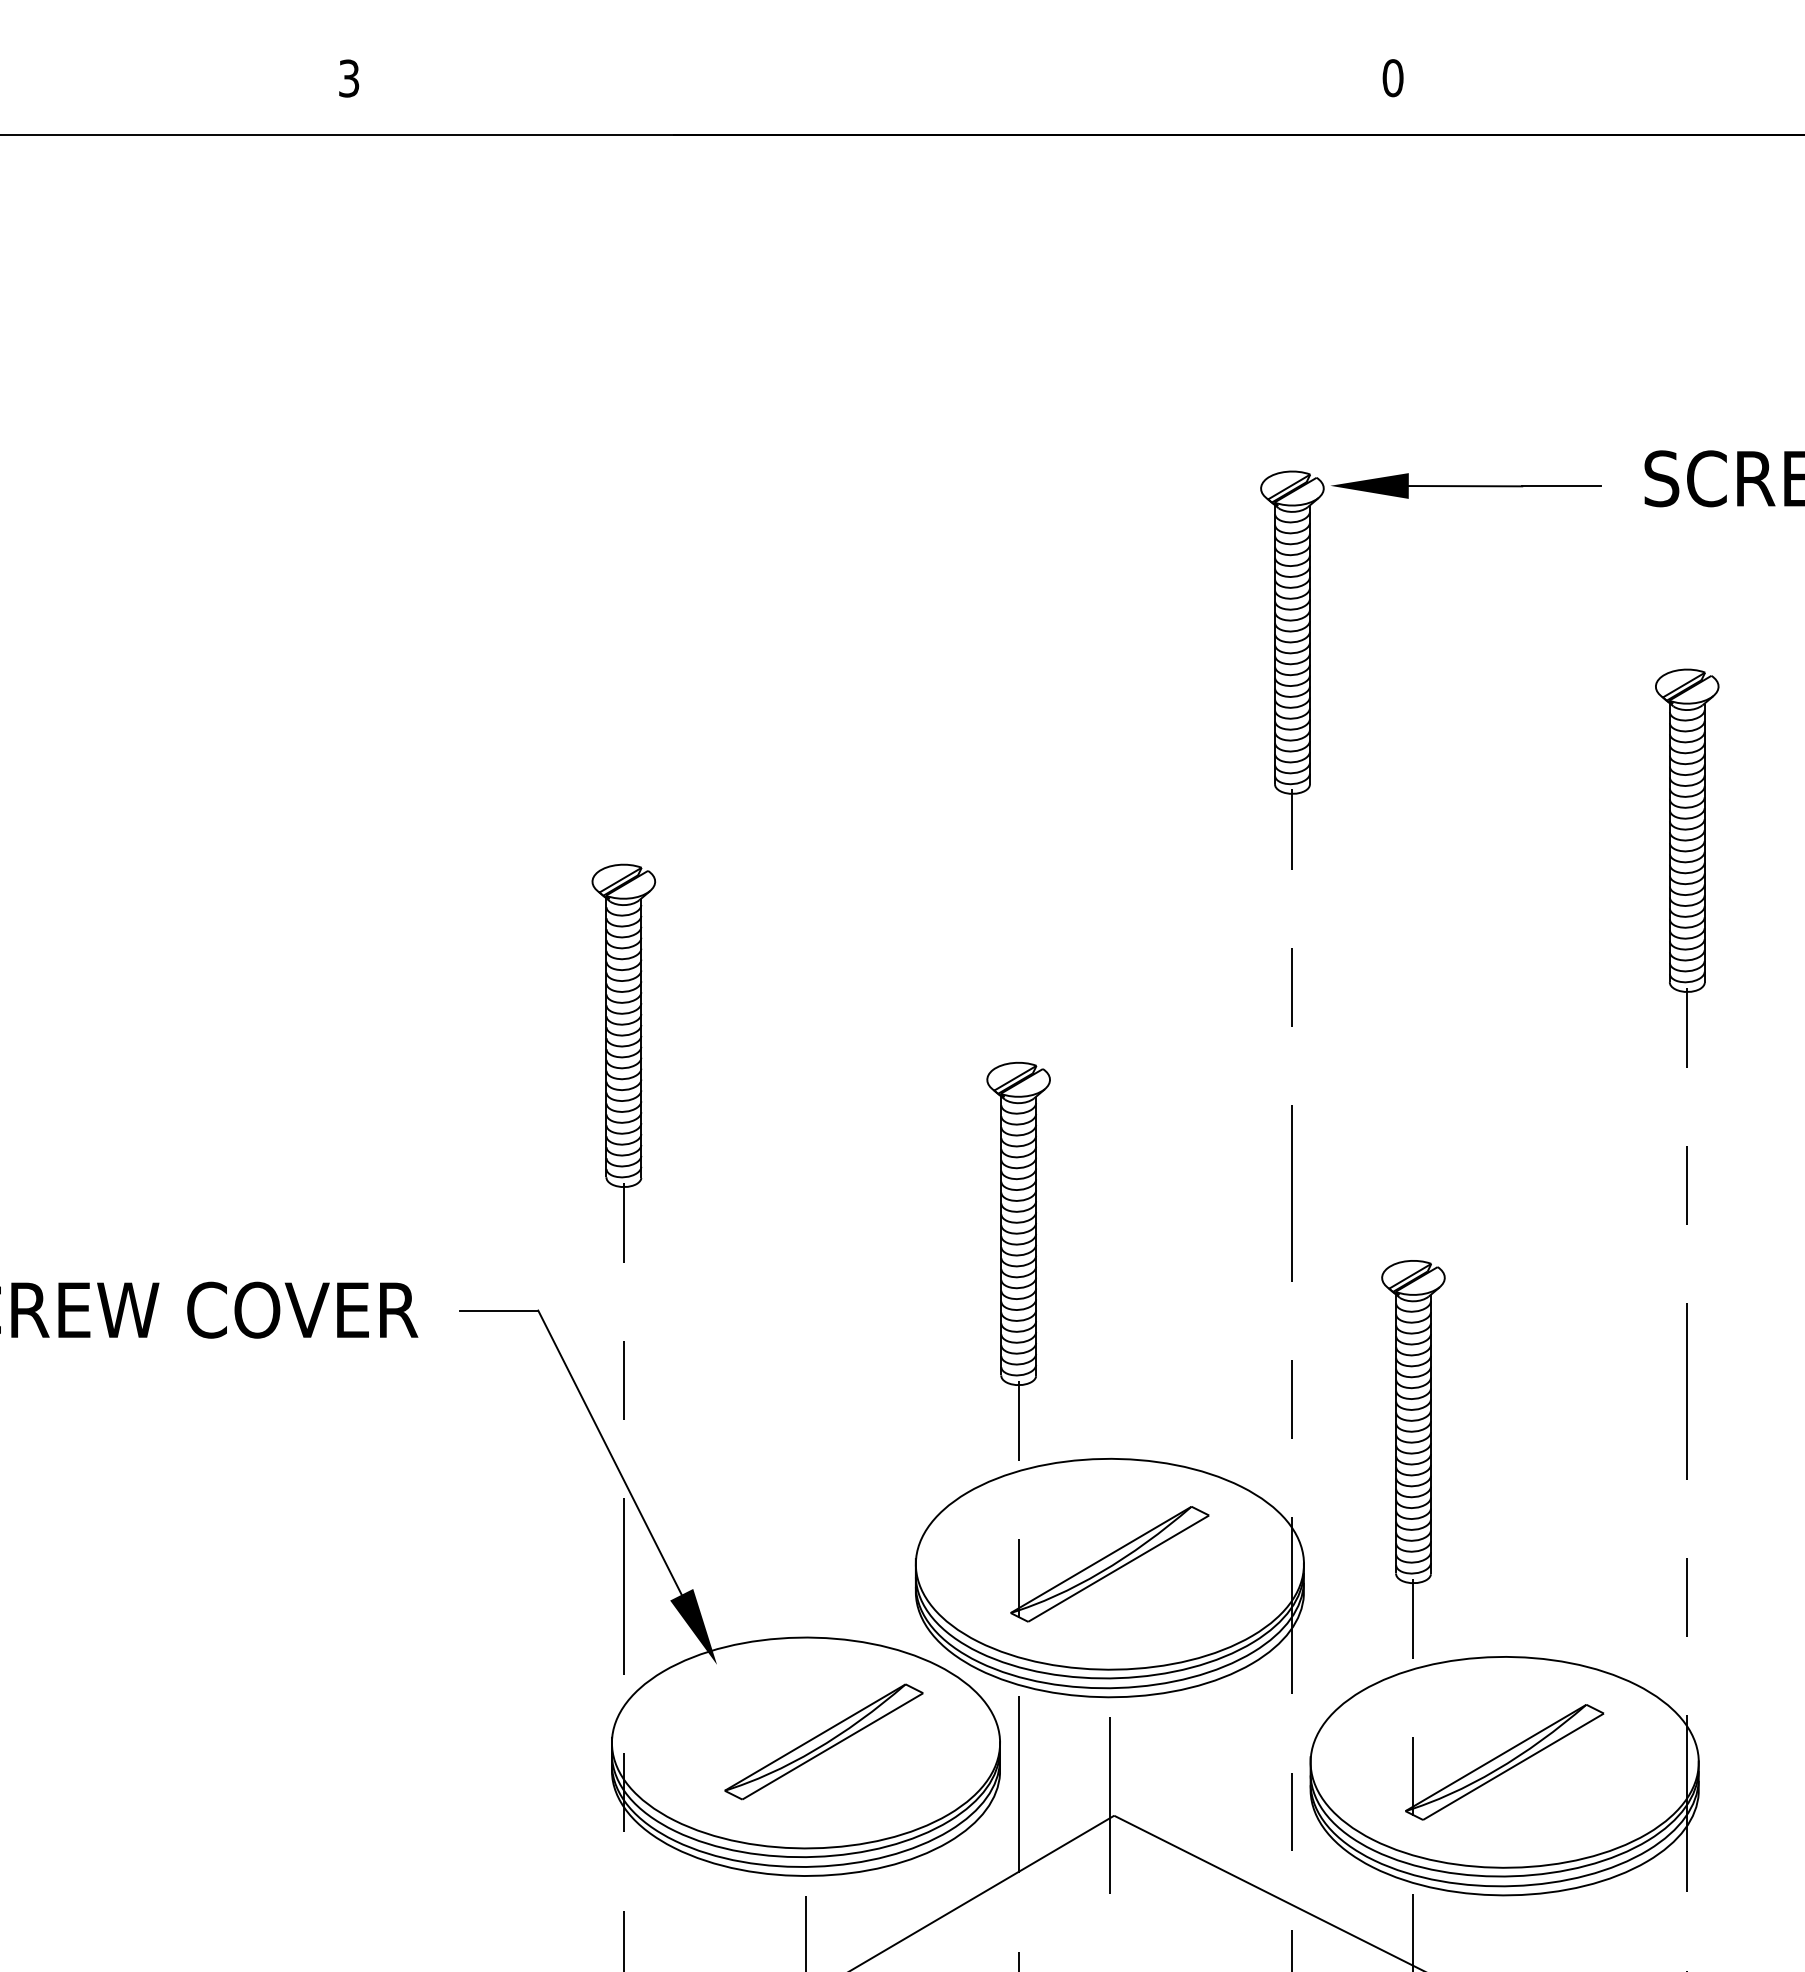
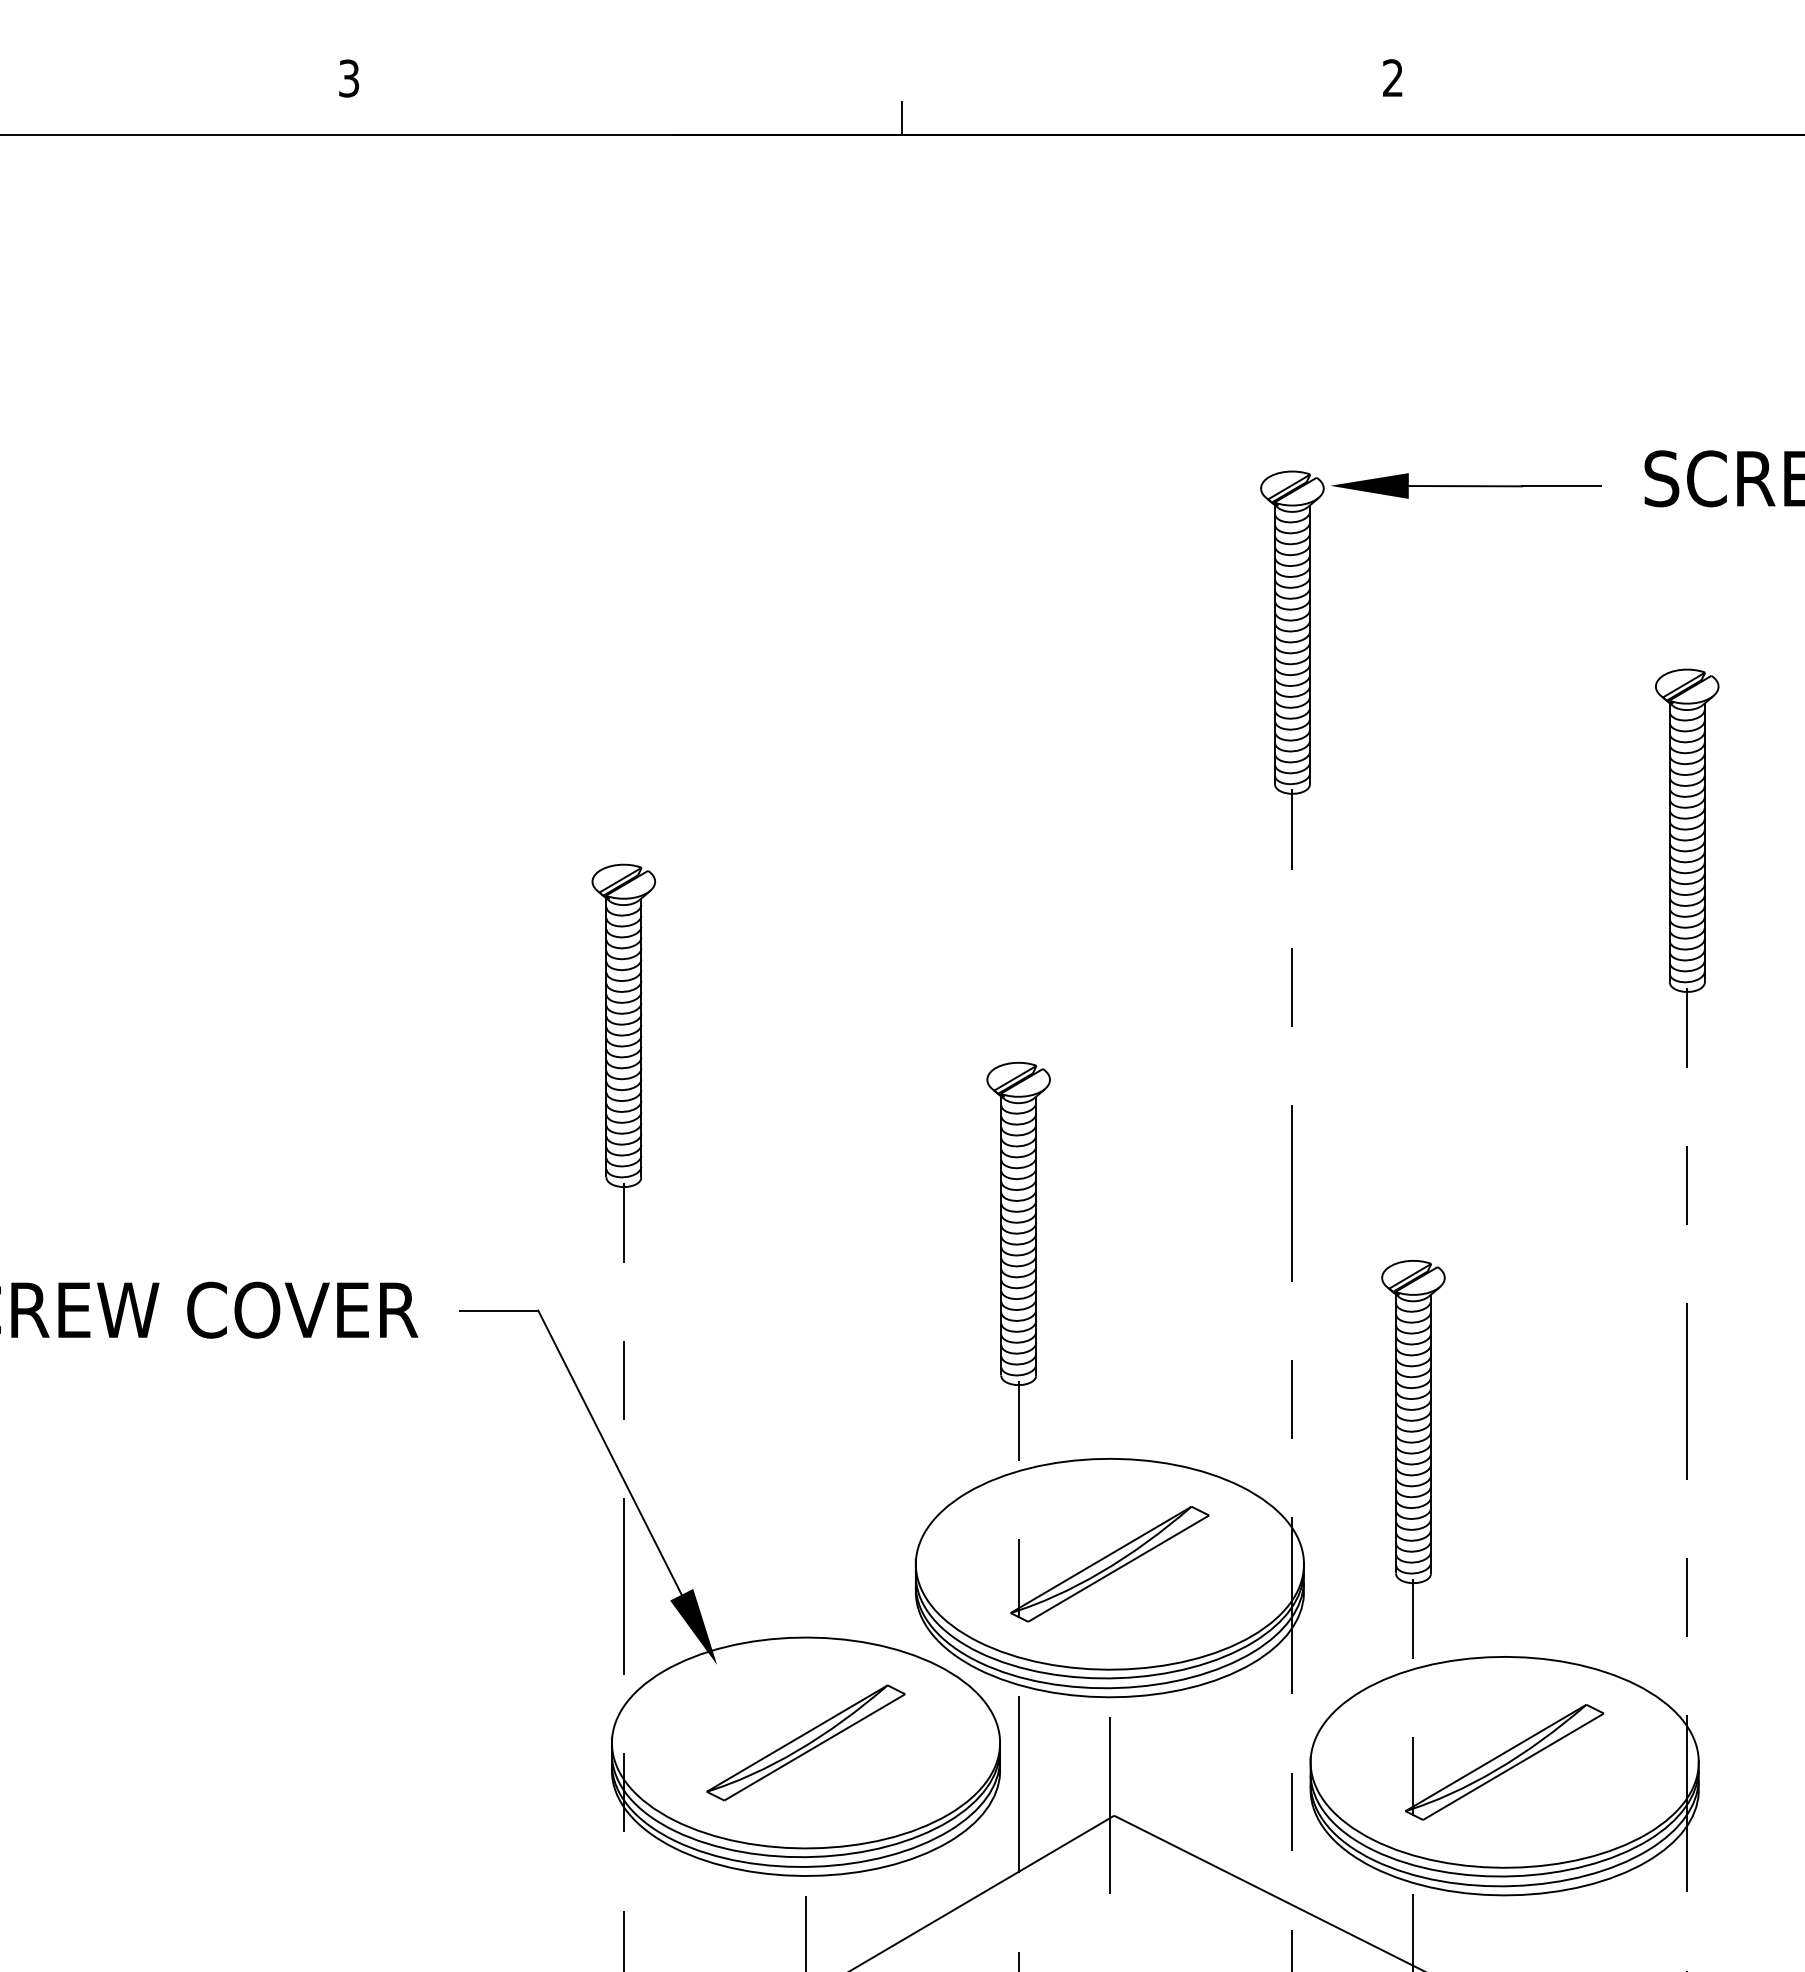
text at (1392, 78): 0 -> 2
line at (902, 117): none -> present
part at (823, 1741) position: (823, 1741) -> (805, 1742)
